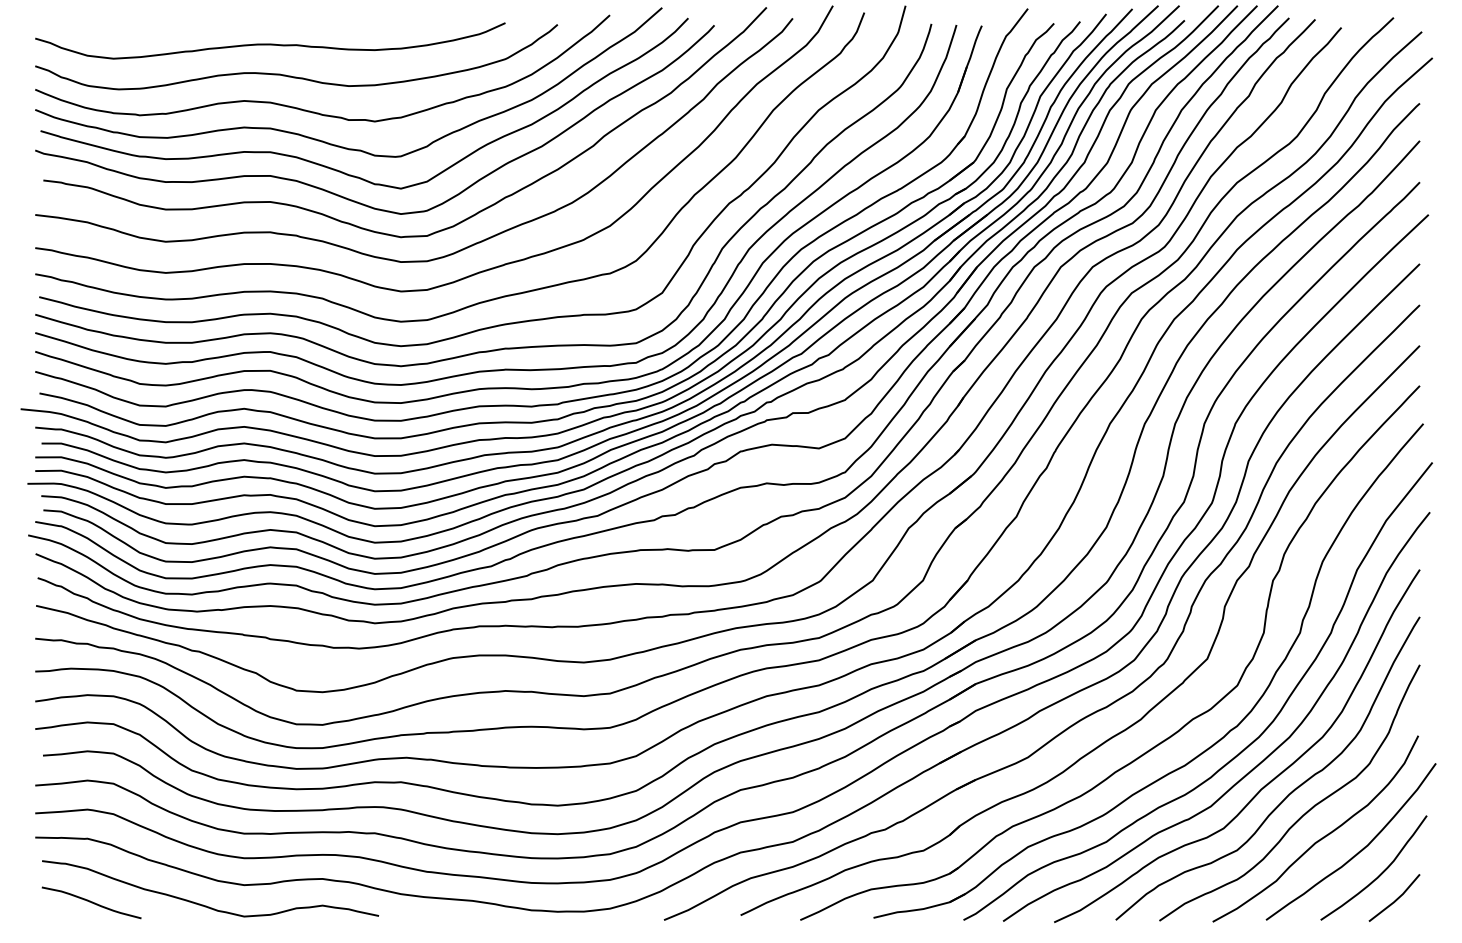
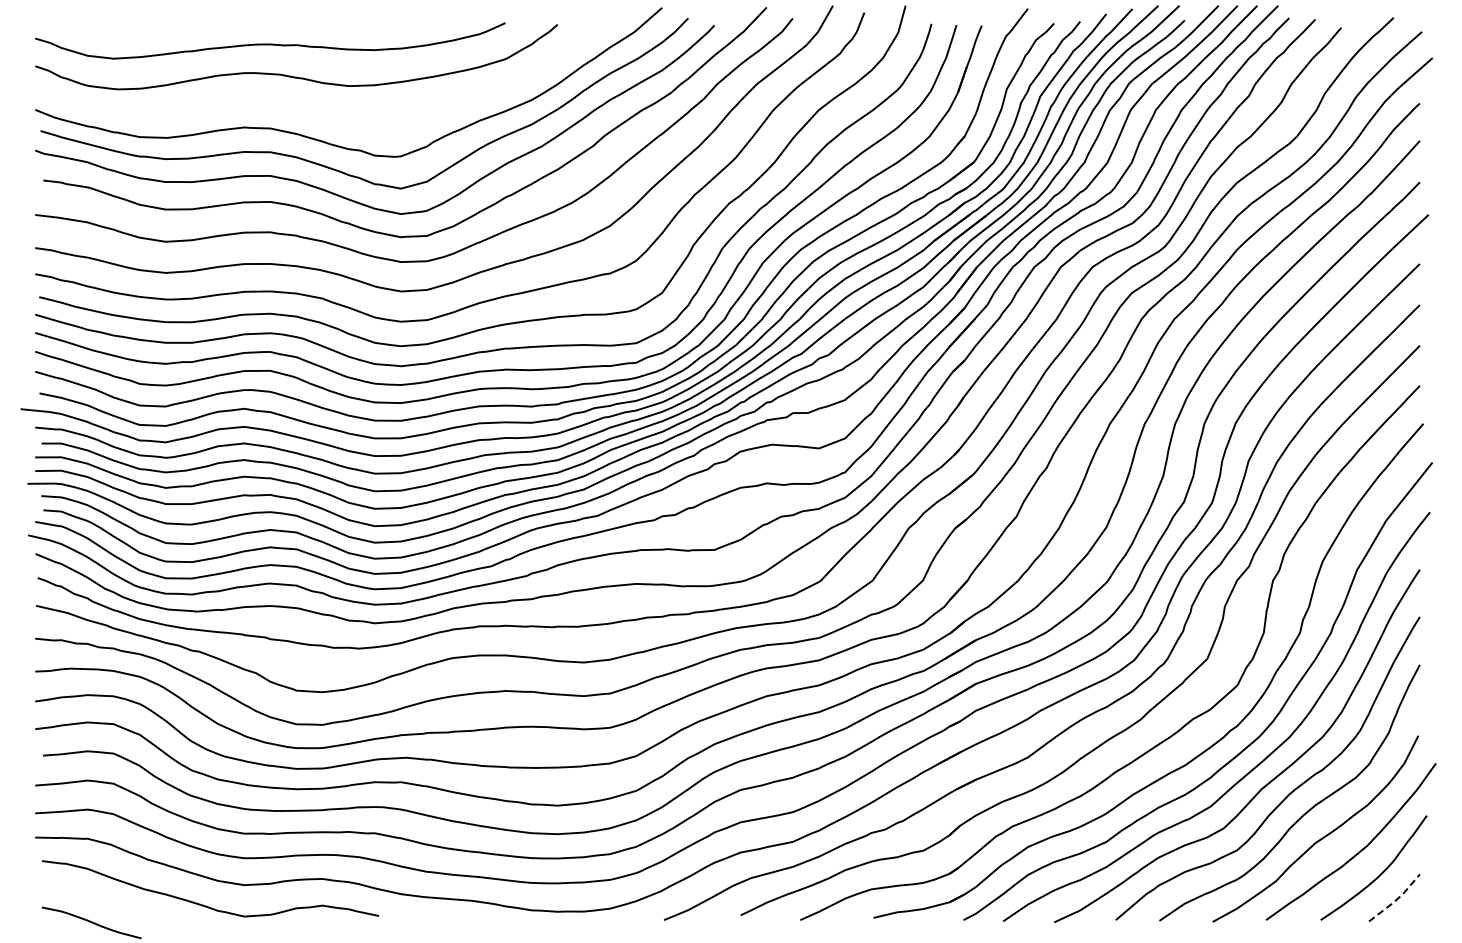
curve at (310, 110): present -> none
line at (1396, 899): solid -> dashed
curve at (91, 902) position: (91, 902) -> (91, 922)
